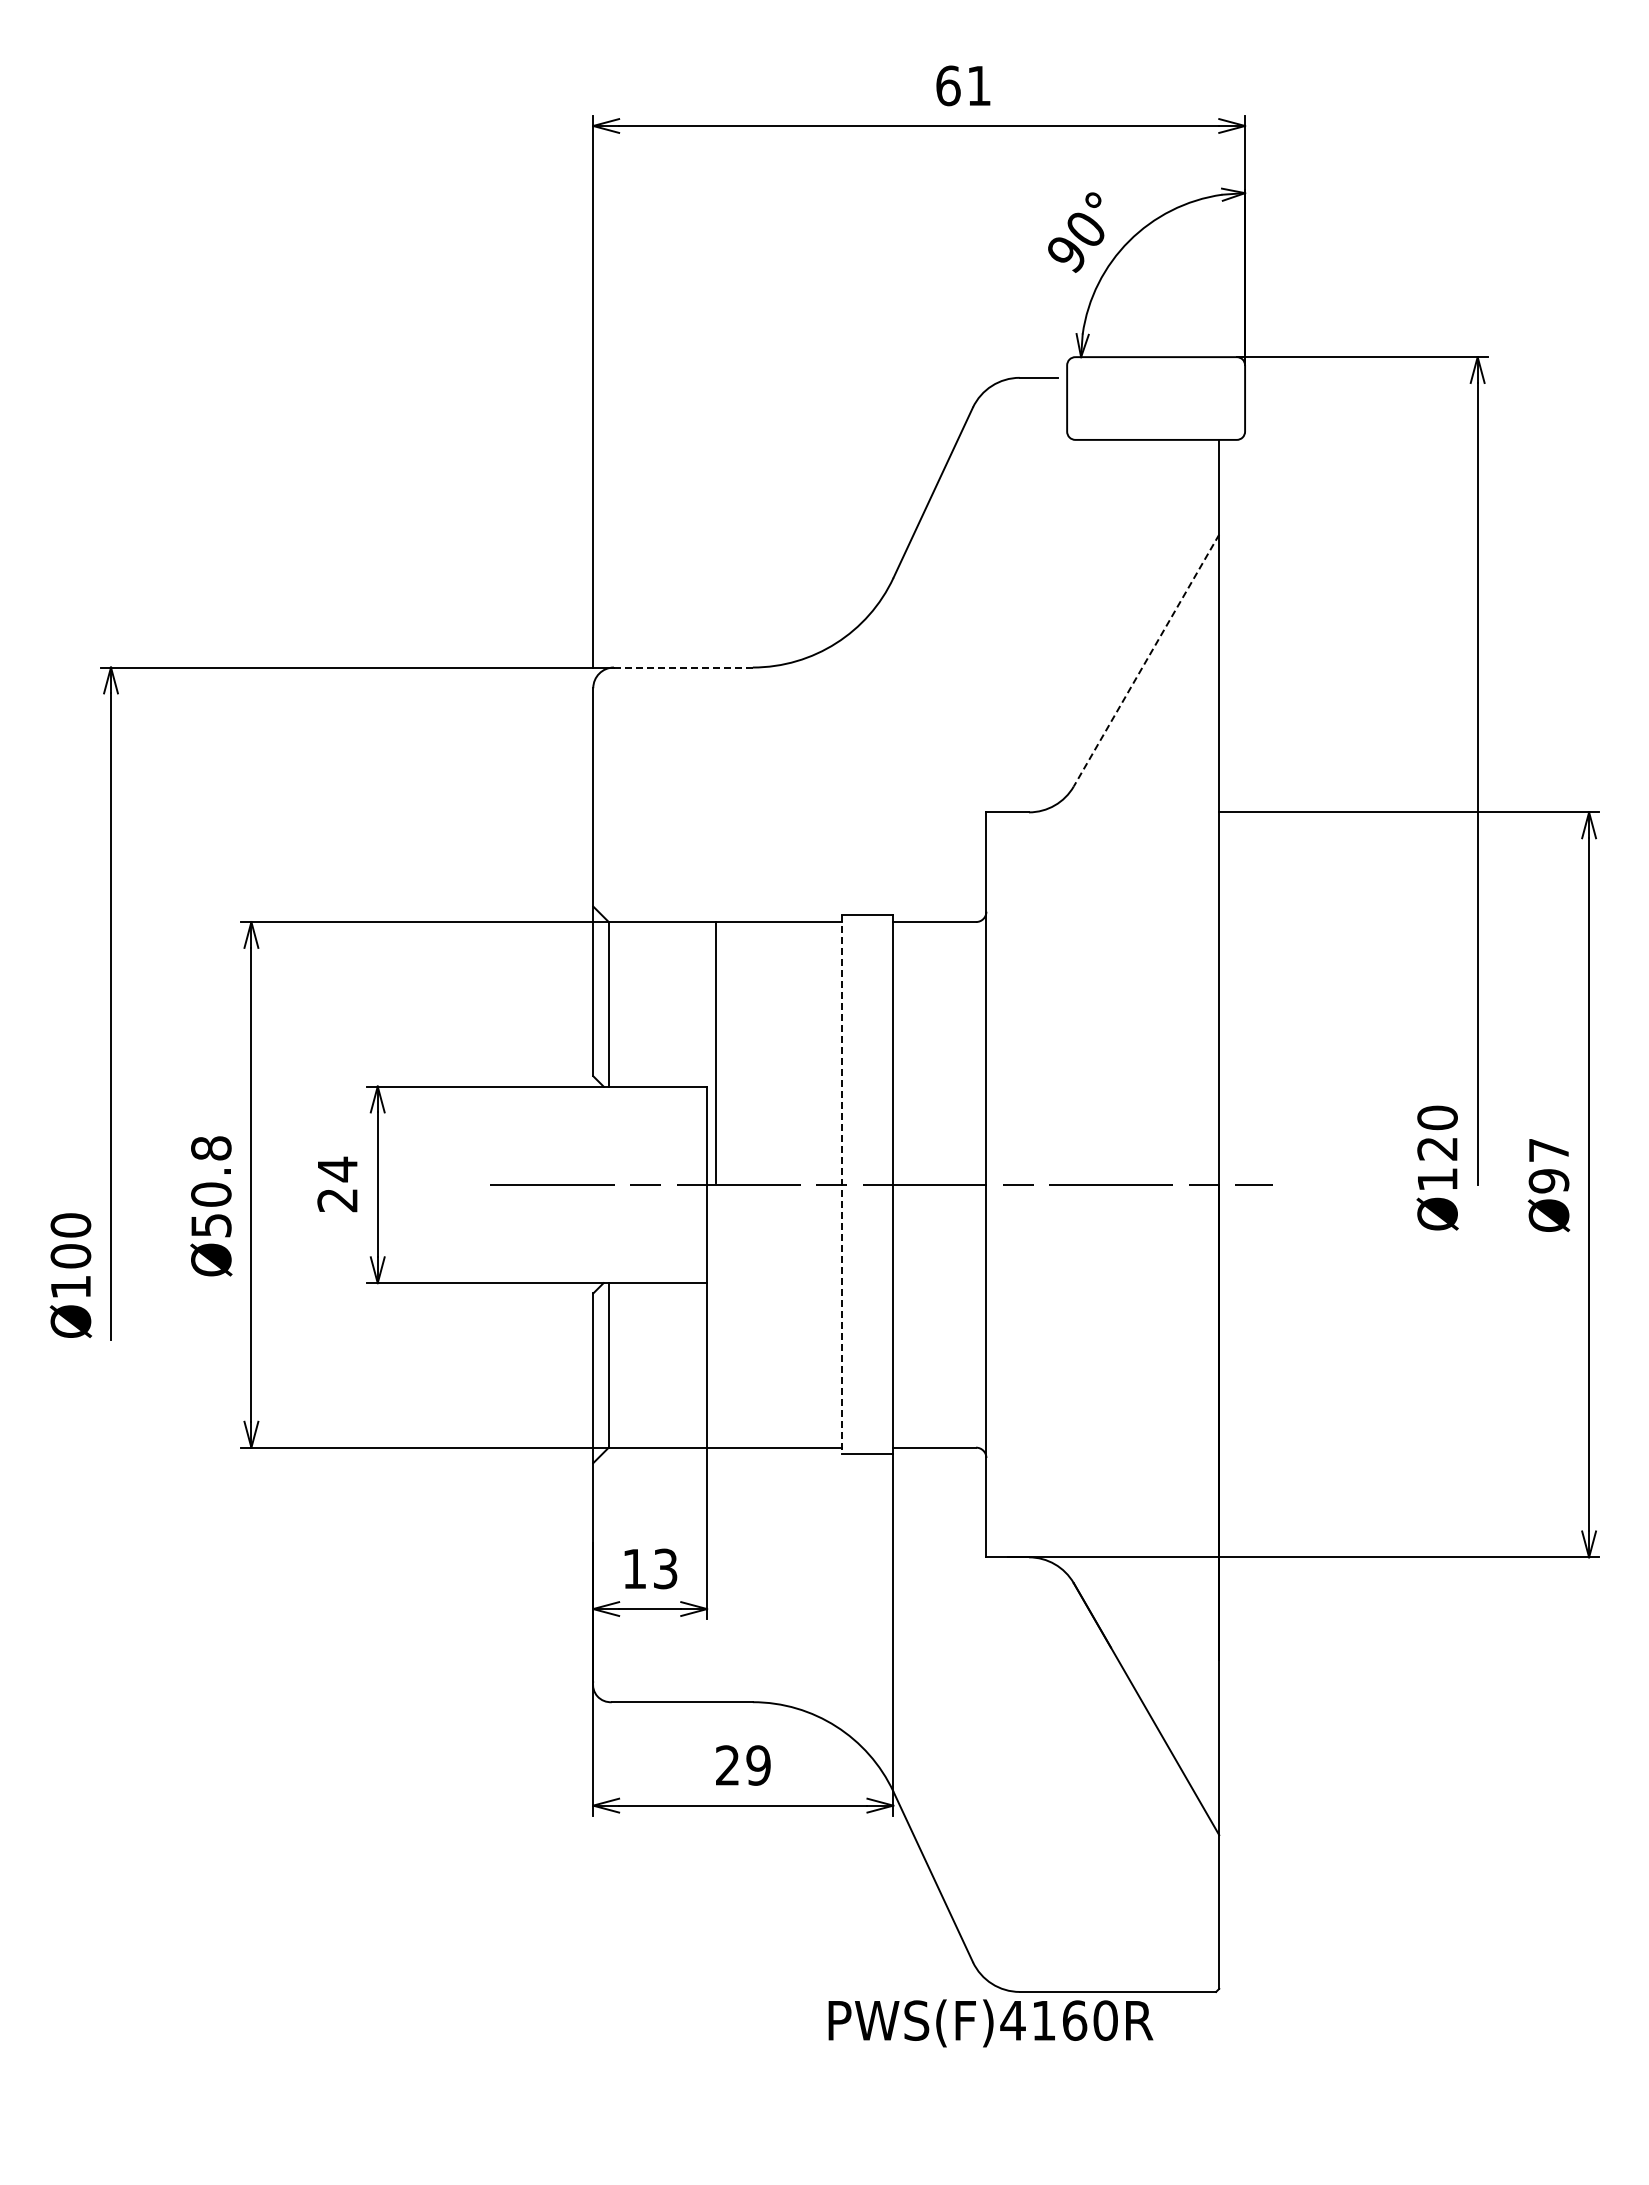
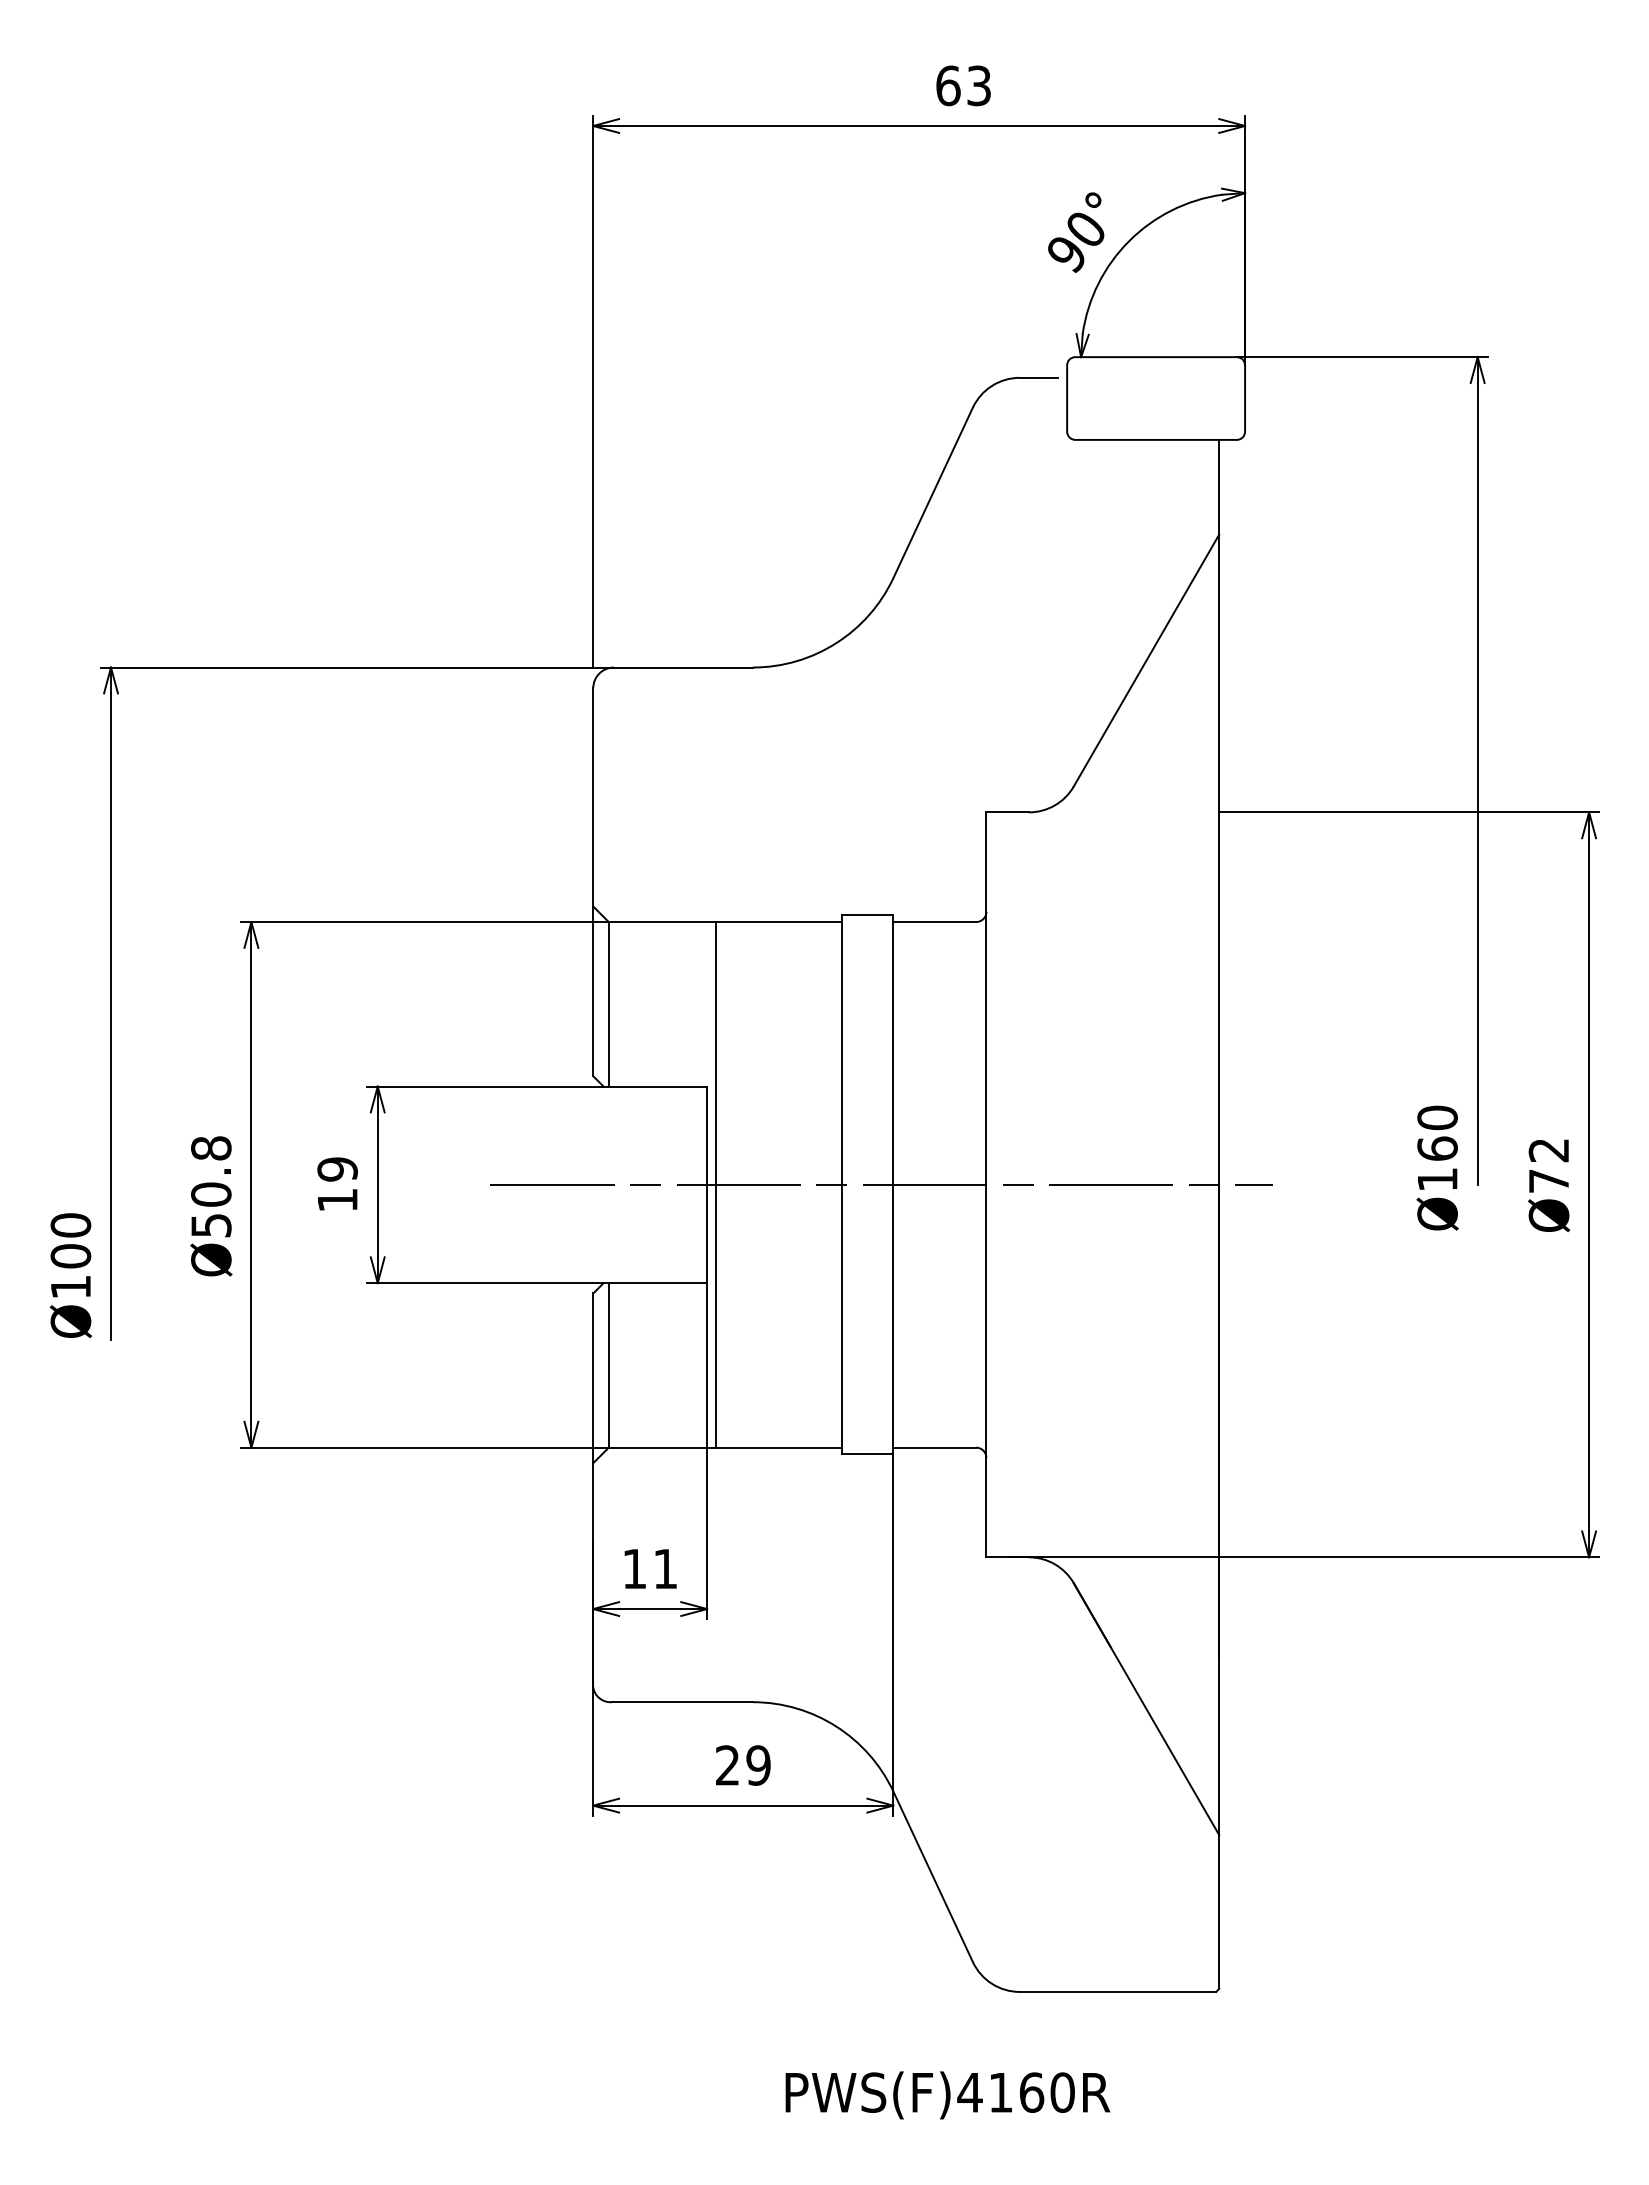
text at (978, 85): 61 -> 63
line at (1146, 661): dashed -> solid
line at (682, 667): dashed -> solid
text at (1437, 1148): Ø120 -> Ø160
text at (1548, 1166): Ø97 -> Ø72
text at (337, 1184): 24 -> 19
line at (841, 1184): dashed -> solid
line at (716, 1316): none -> present
text at (665, 1568): 13 -> 11
text at (990, 2023) position: (990, 2023) -> (947, 2095)
